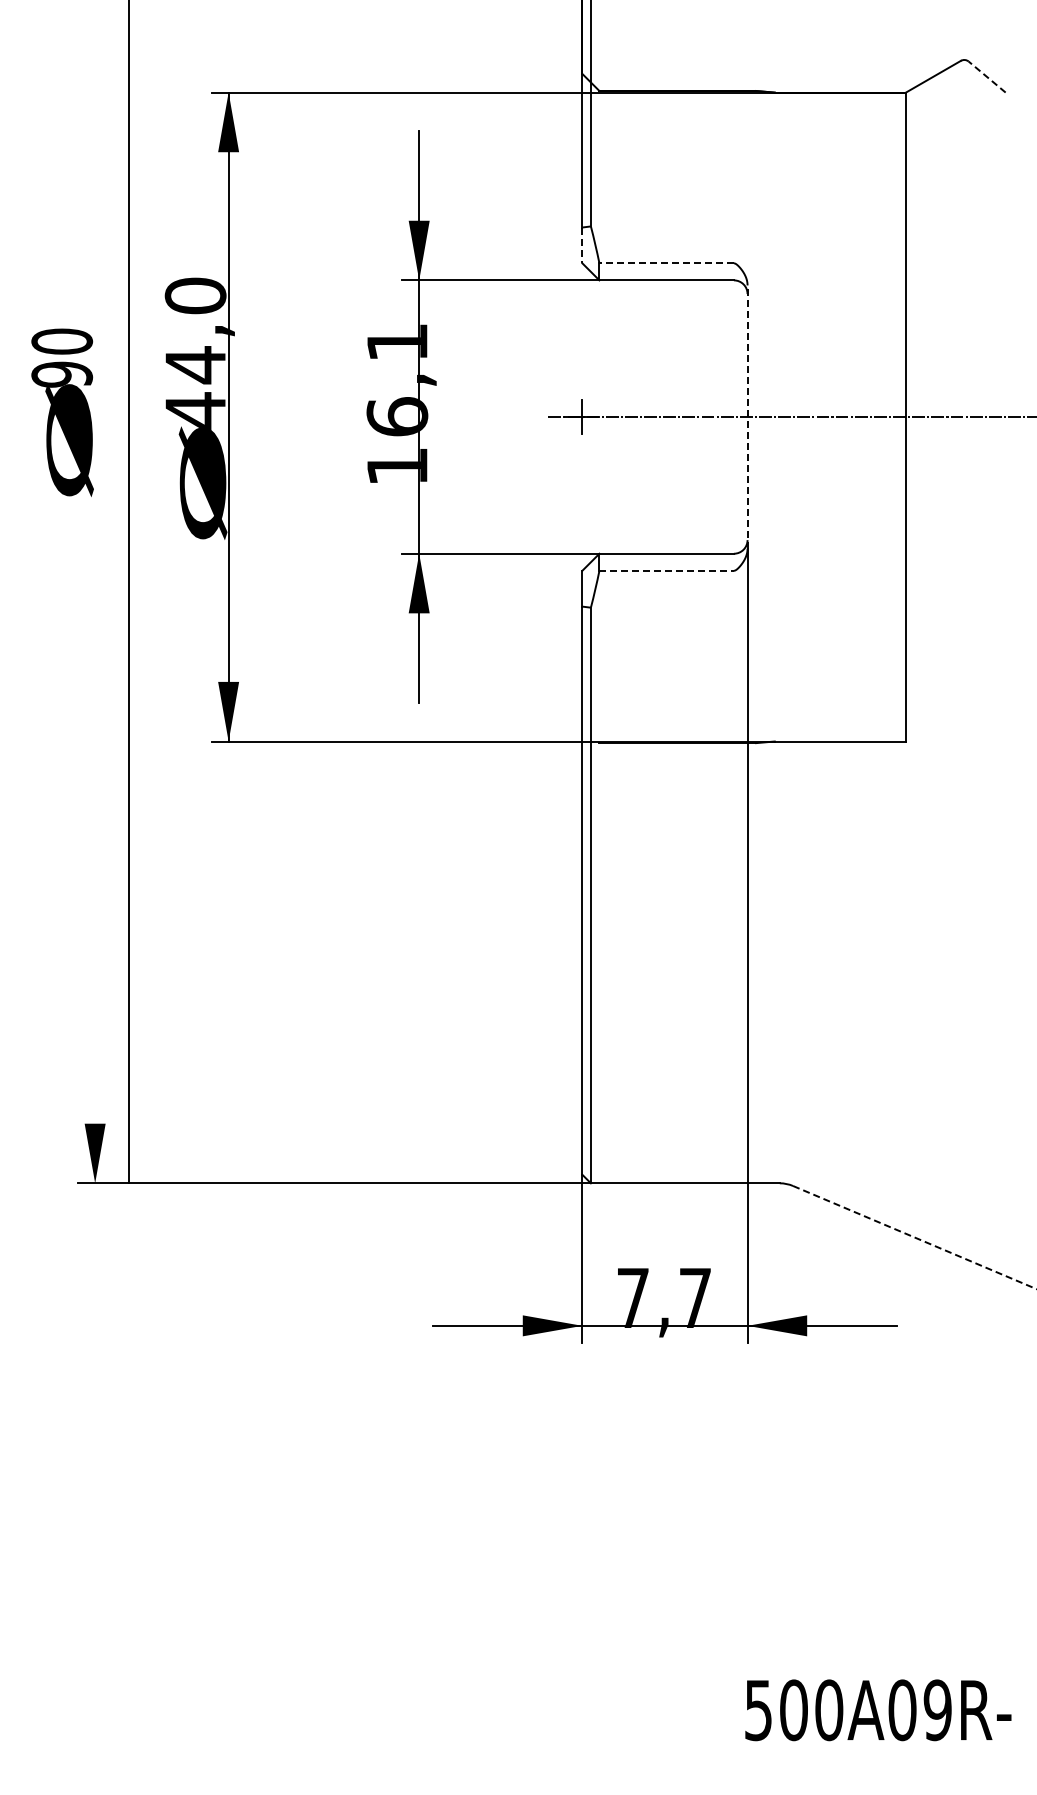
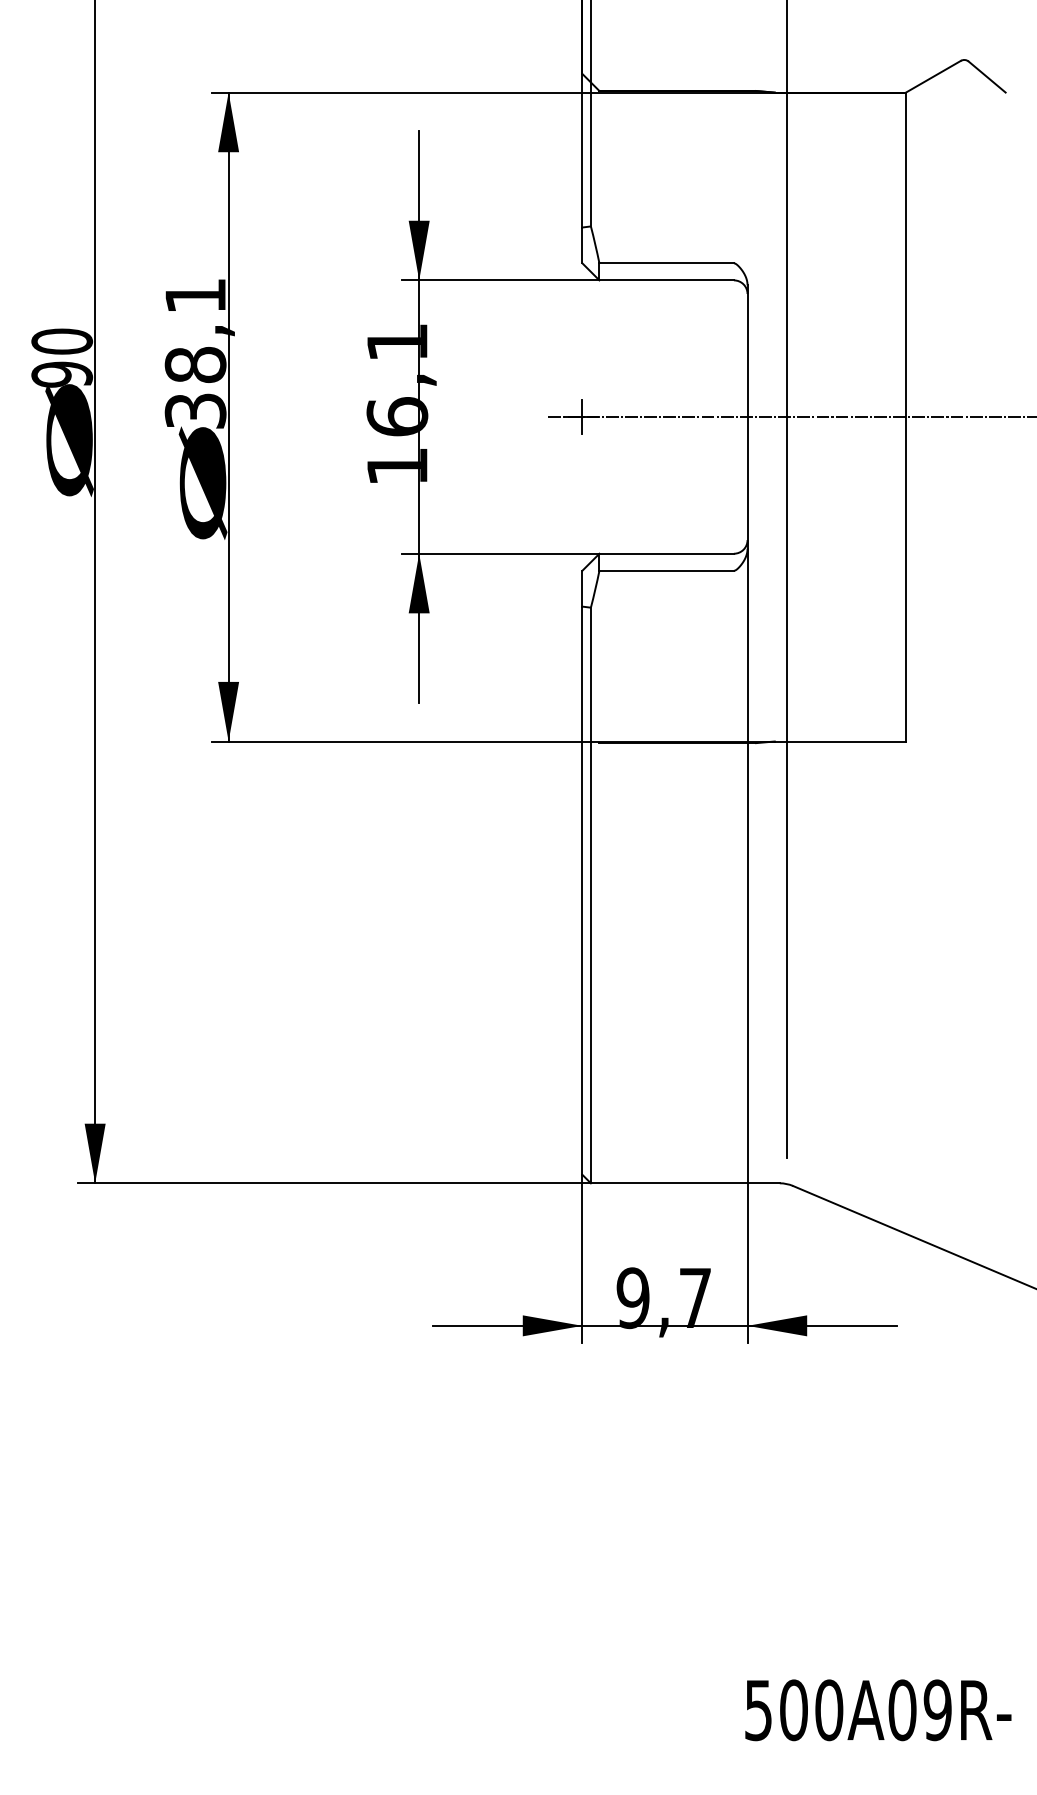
line at (986, 76): dashed -> solid
line at (582, 245): dashed -> solid
line at (666, 263): dashed -> solid
text at (195, 353): 44,0 -> 38,1
line at (747, 417): dashed -> solid
line at (667, 570): dashed -> solid
line at (786, 580): none -> present
line at (129, 592) position: (129, 592) -> (95, 592)
line at (914, 1237): dashed -> solid
text at (632, 1298): 7,7 -> 9,7
